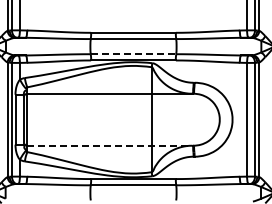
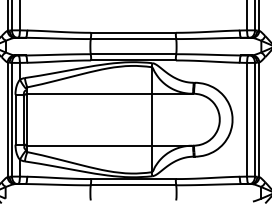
line at (133, 54): dashed -> solid
line at (110, 145): dashed -> solid
